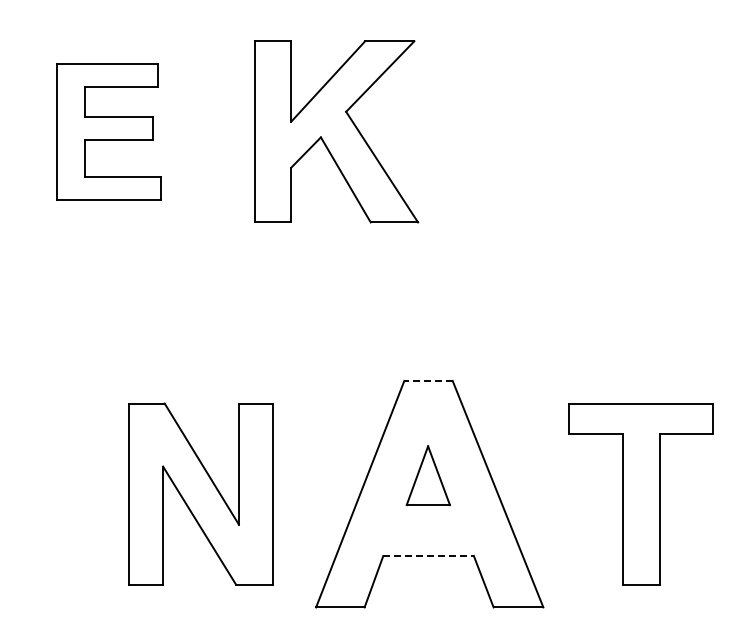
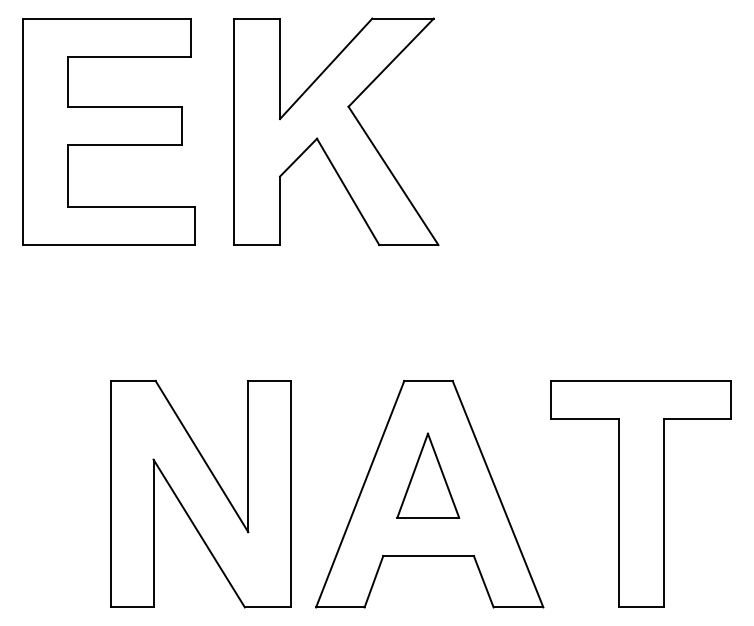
part at (108, 131) size: 106x138 px -> 174x228 px
part at (336, 131) size: 166x184 px -> 207x230 px
line at (428, 380): dashed -> solid
part at (427, 475) size: 46x62 px -> 65x87 px
part at (200, 493) size: 146x184 px -> 182x230 px
part at (640, 494) size: 146x183 px -> 182x228 px
line at (429, 555): dashed -> solid
